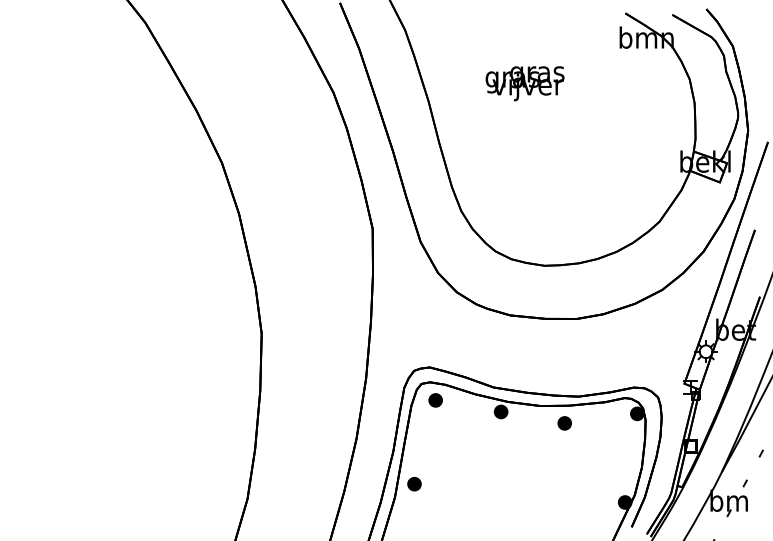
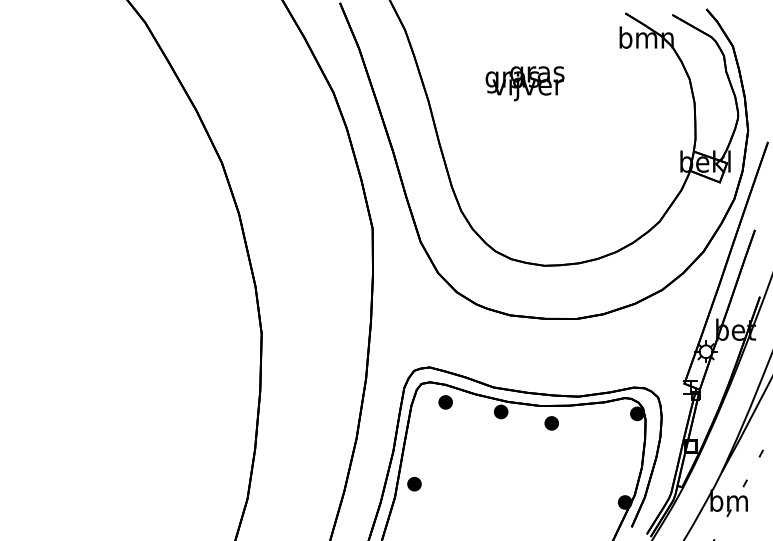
part at (435, 400) position: (435, 400) -> (445, 402)
part at (564, 423) position: (564, 423) -> (551, 423)
